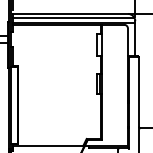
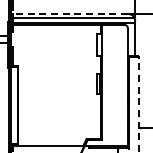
line at (70, 13): solid -> dashed
line at (138, 104): solid -> dashed
